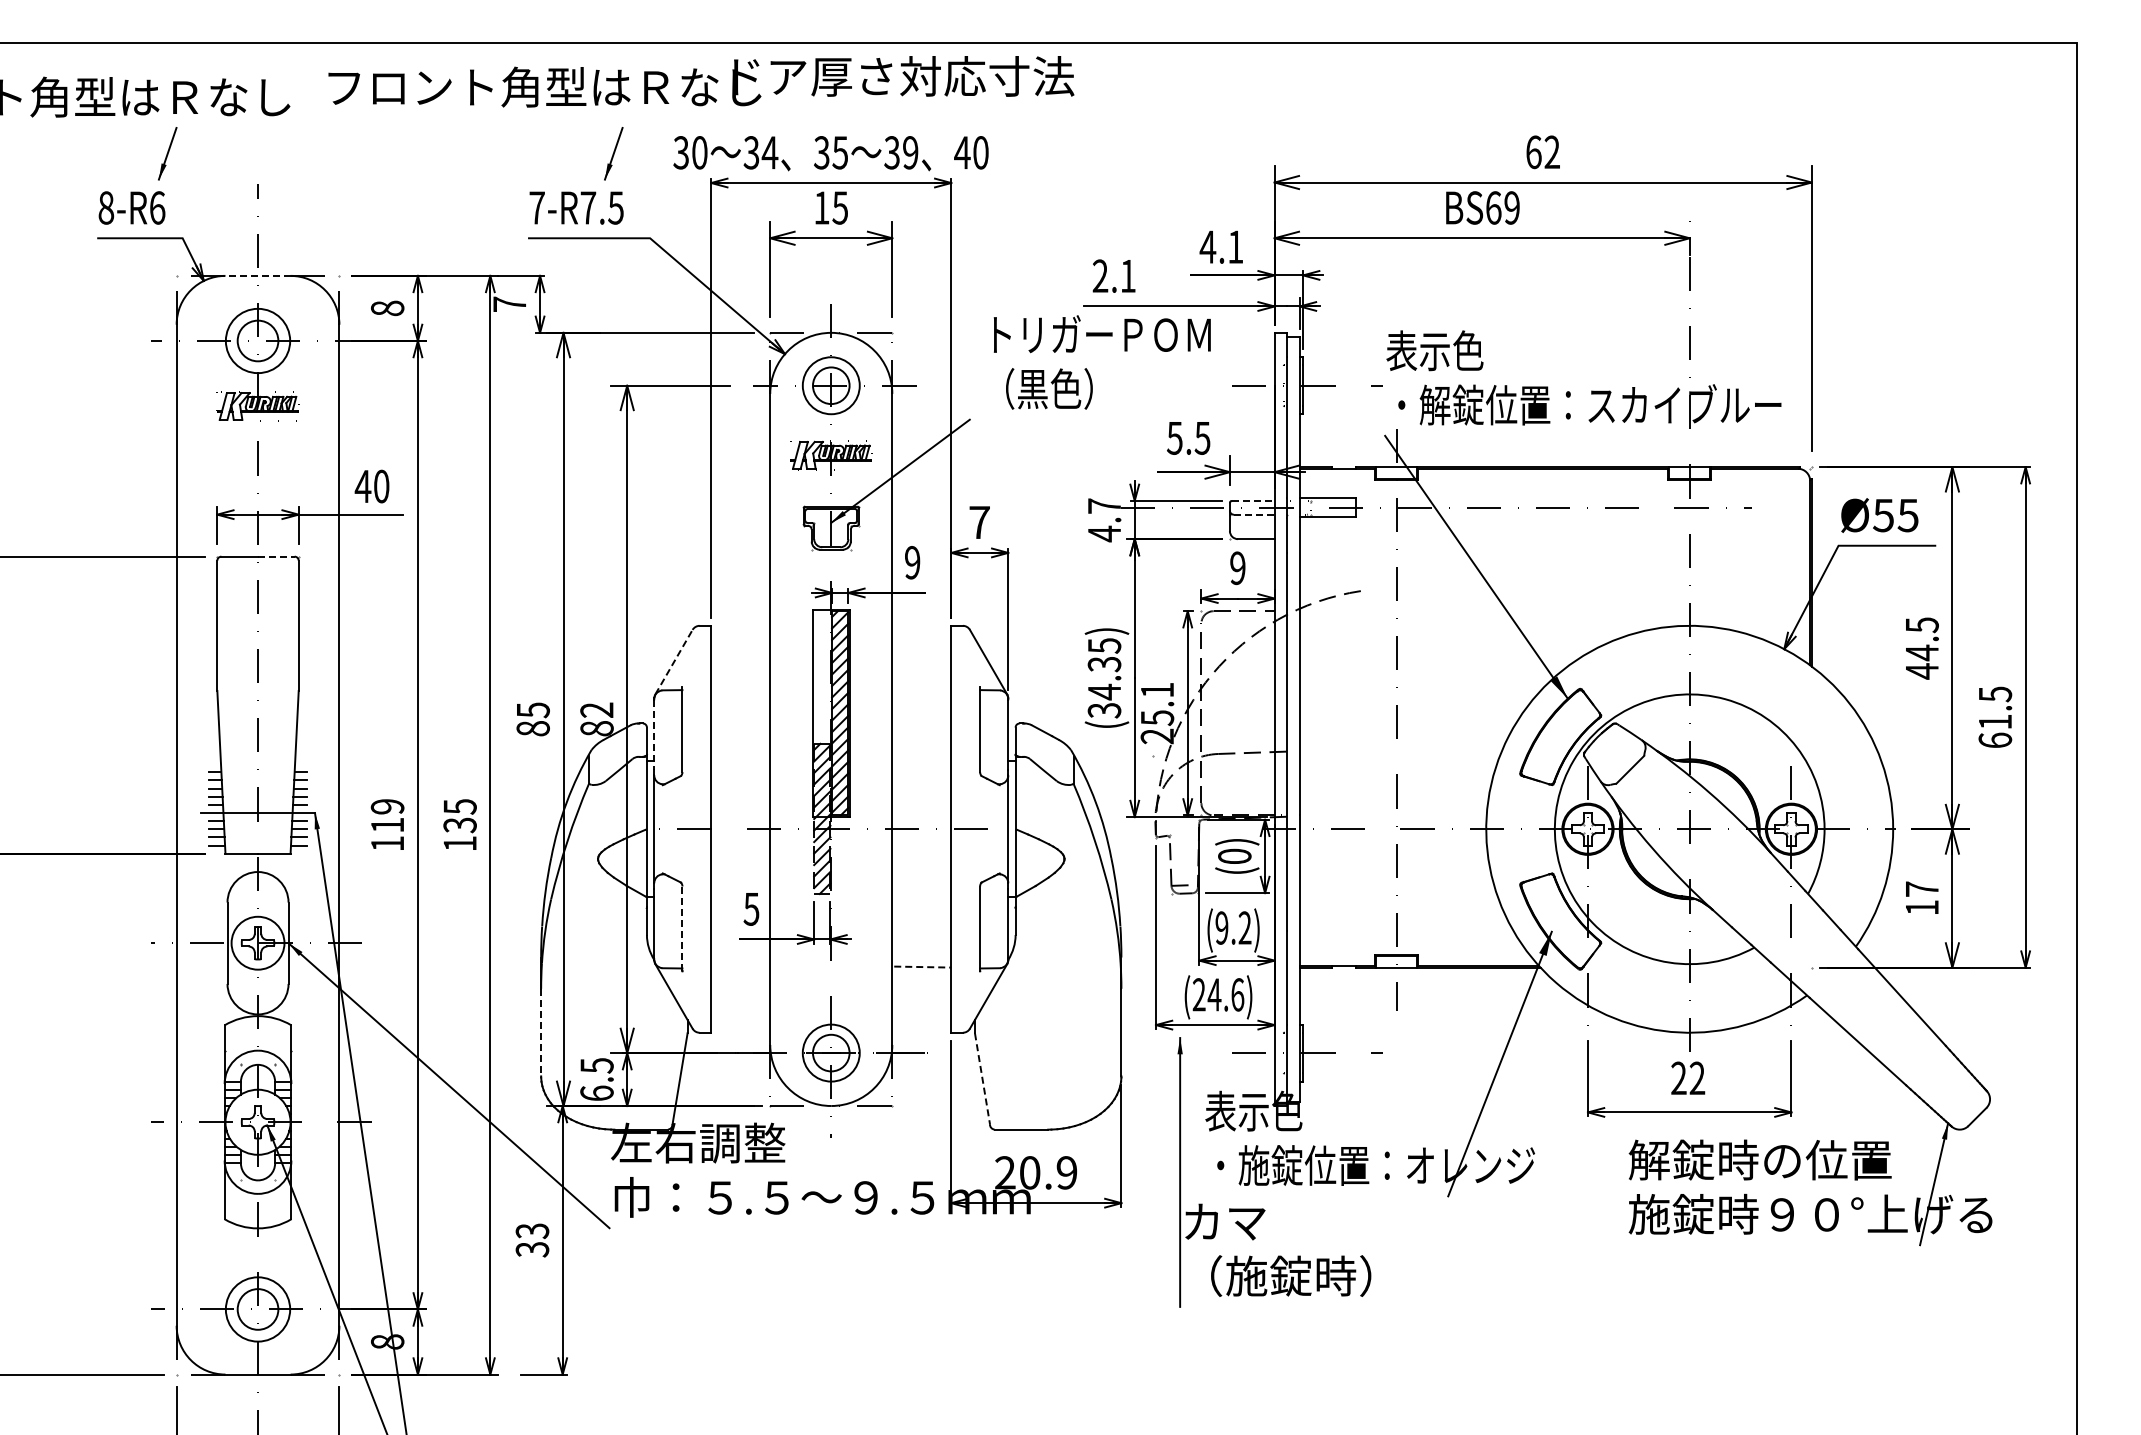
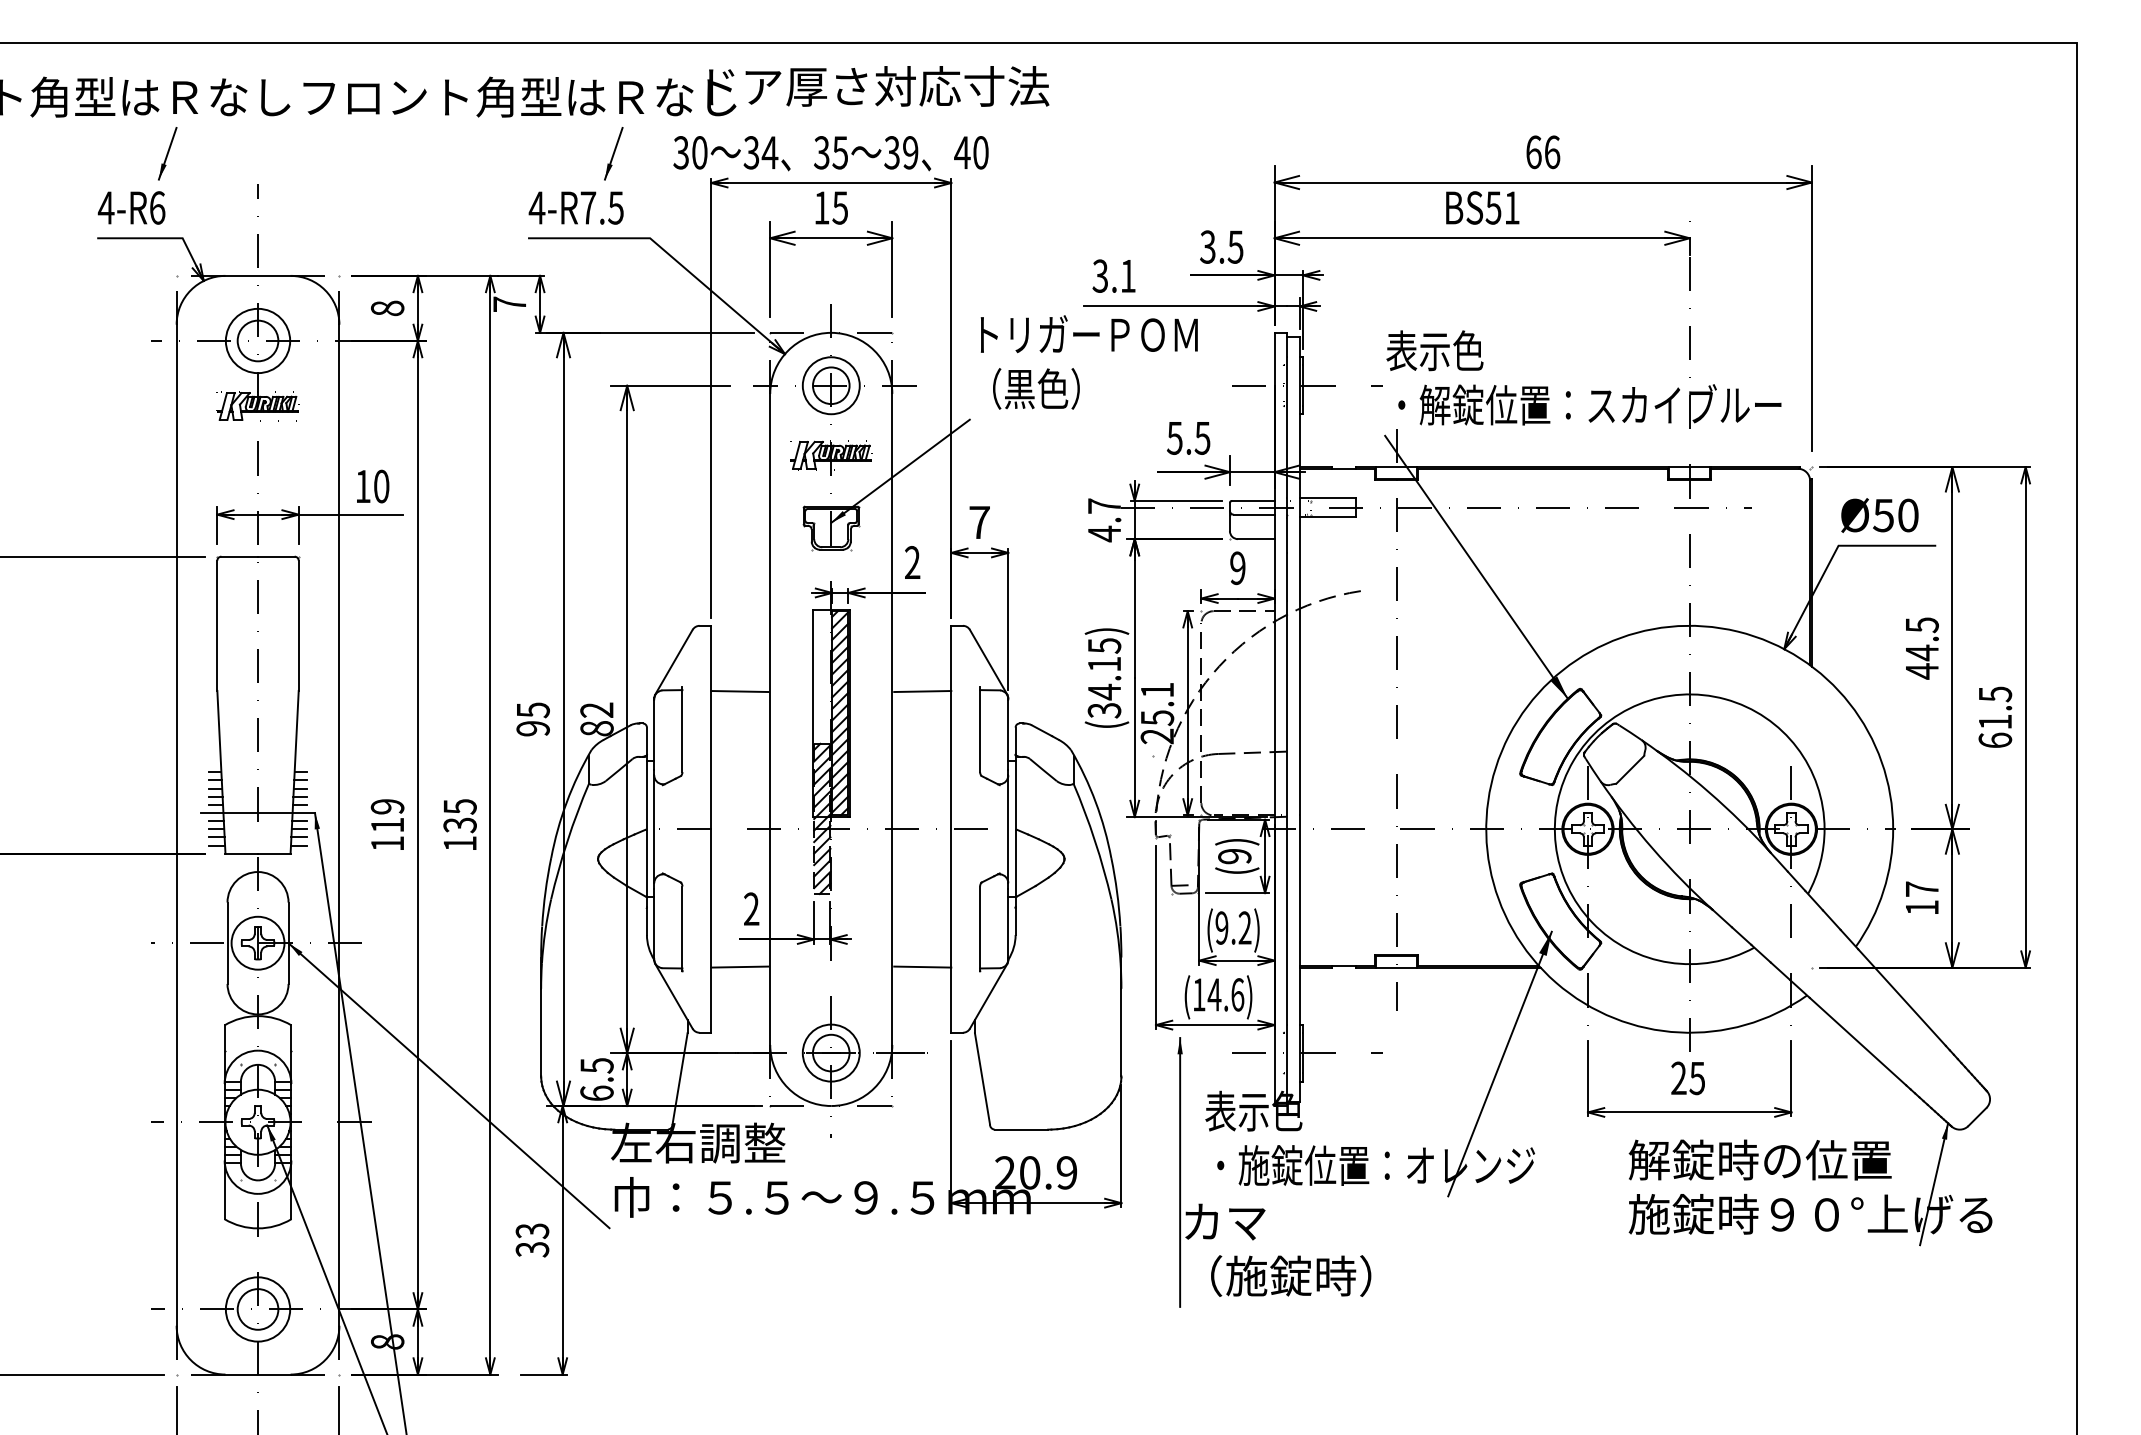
text at (701, 81) position: (701, 81) -> (676, 91)
text at (1552, 152): 62 -> 66
text at (105, 207): 8-R6 -> 4-R6
text at (536, 207): 7-R7.5 -> 4-R7.5
text at (1502, 207): BS69 -> BS51
text at (1221, 246): 4.1 -> 3.5
line at (258, 275): dashed -> solid
text at (1100, 276): 2.1 -> 3.1
text at (1101, 362) position: (1101, 362) -> (1088, 362)
text at (362, 486): 40 -> 10
line at (1253, 500): dashed -> solid
line at (1254, 514): dashed -> solid
text at (1907, 515): Ø55 -> Ø50
line at (276, 556): dashed -> solid
text at (912, 562): 9 -> 2
line at (674, 661): dashed -> solid
text at (1104, 664): (34.35) -> (34.15)
line at (739, 691): none -> present
line at (922, 691): none -> present
text at (532, 728): 85 -> 95
line at (654, 735): dashed -> solid
text at (1234, 856): (0) -> (9)
text at (751, 908): 5 -> 2
line at (682, 928): dashed -> solid
line at (739, 966): none -> present
line at (922, 967): dashed -> solid
text at (1198, 994): (24.6) -> (14.6)
line at (541, 1032): dashed -> solid
line at (982, 1078): dashed -> solid
text at (1697, 1078): 22 -> 25
